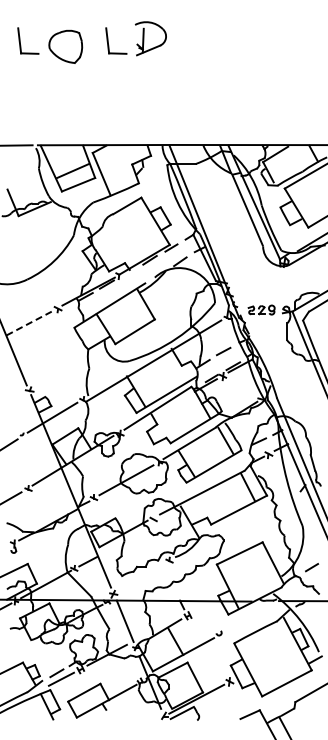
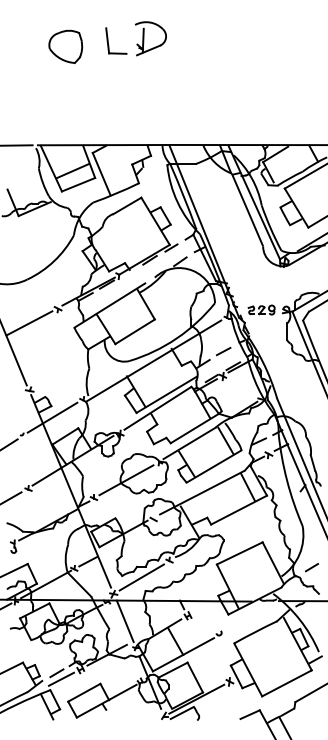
part at (20, 40): present -> none
line at (29, 323): dashed -> solid
line at (141, 577): none -> present
